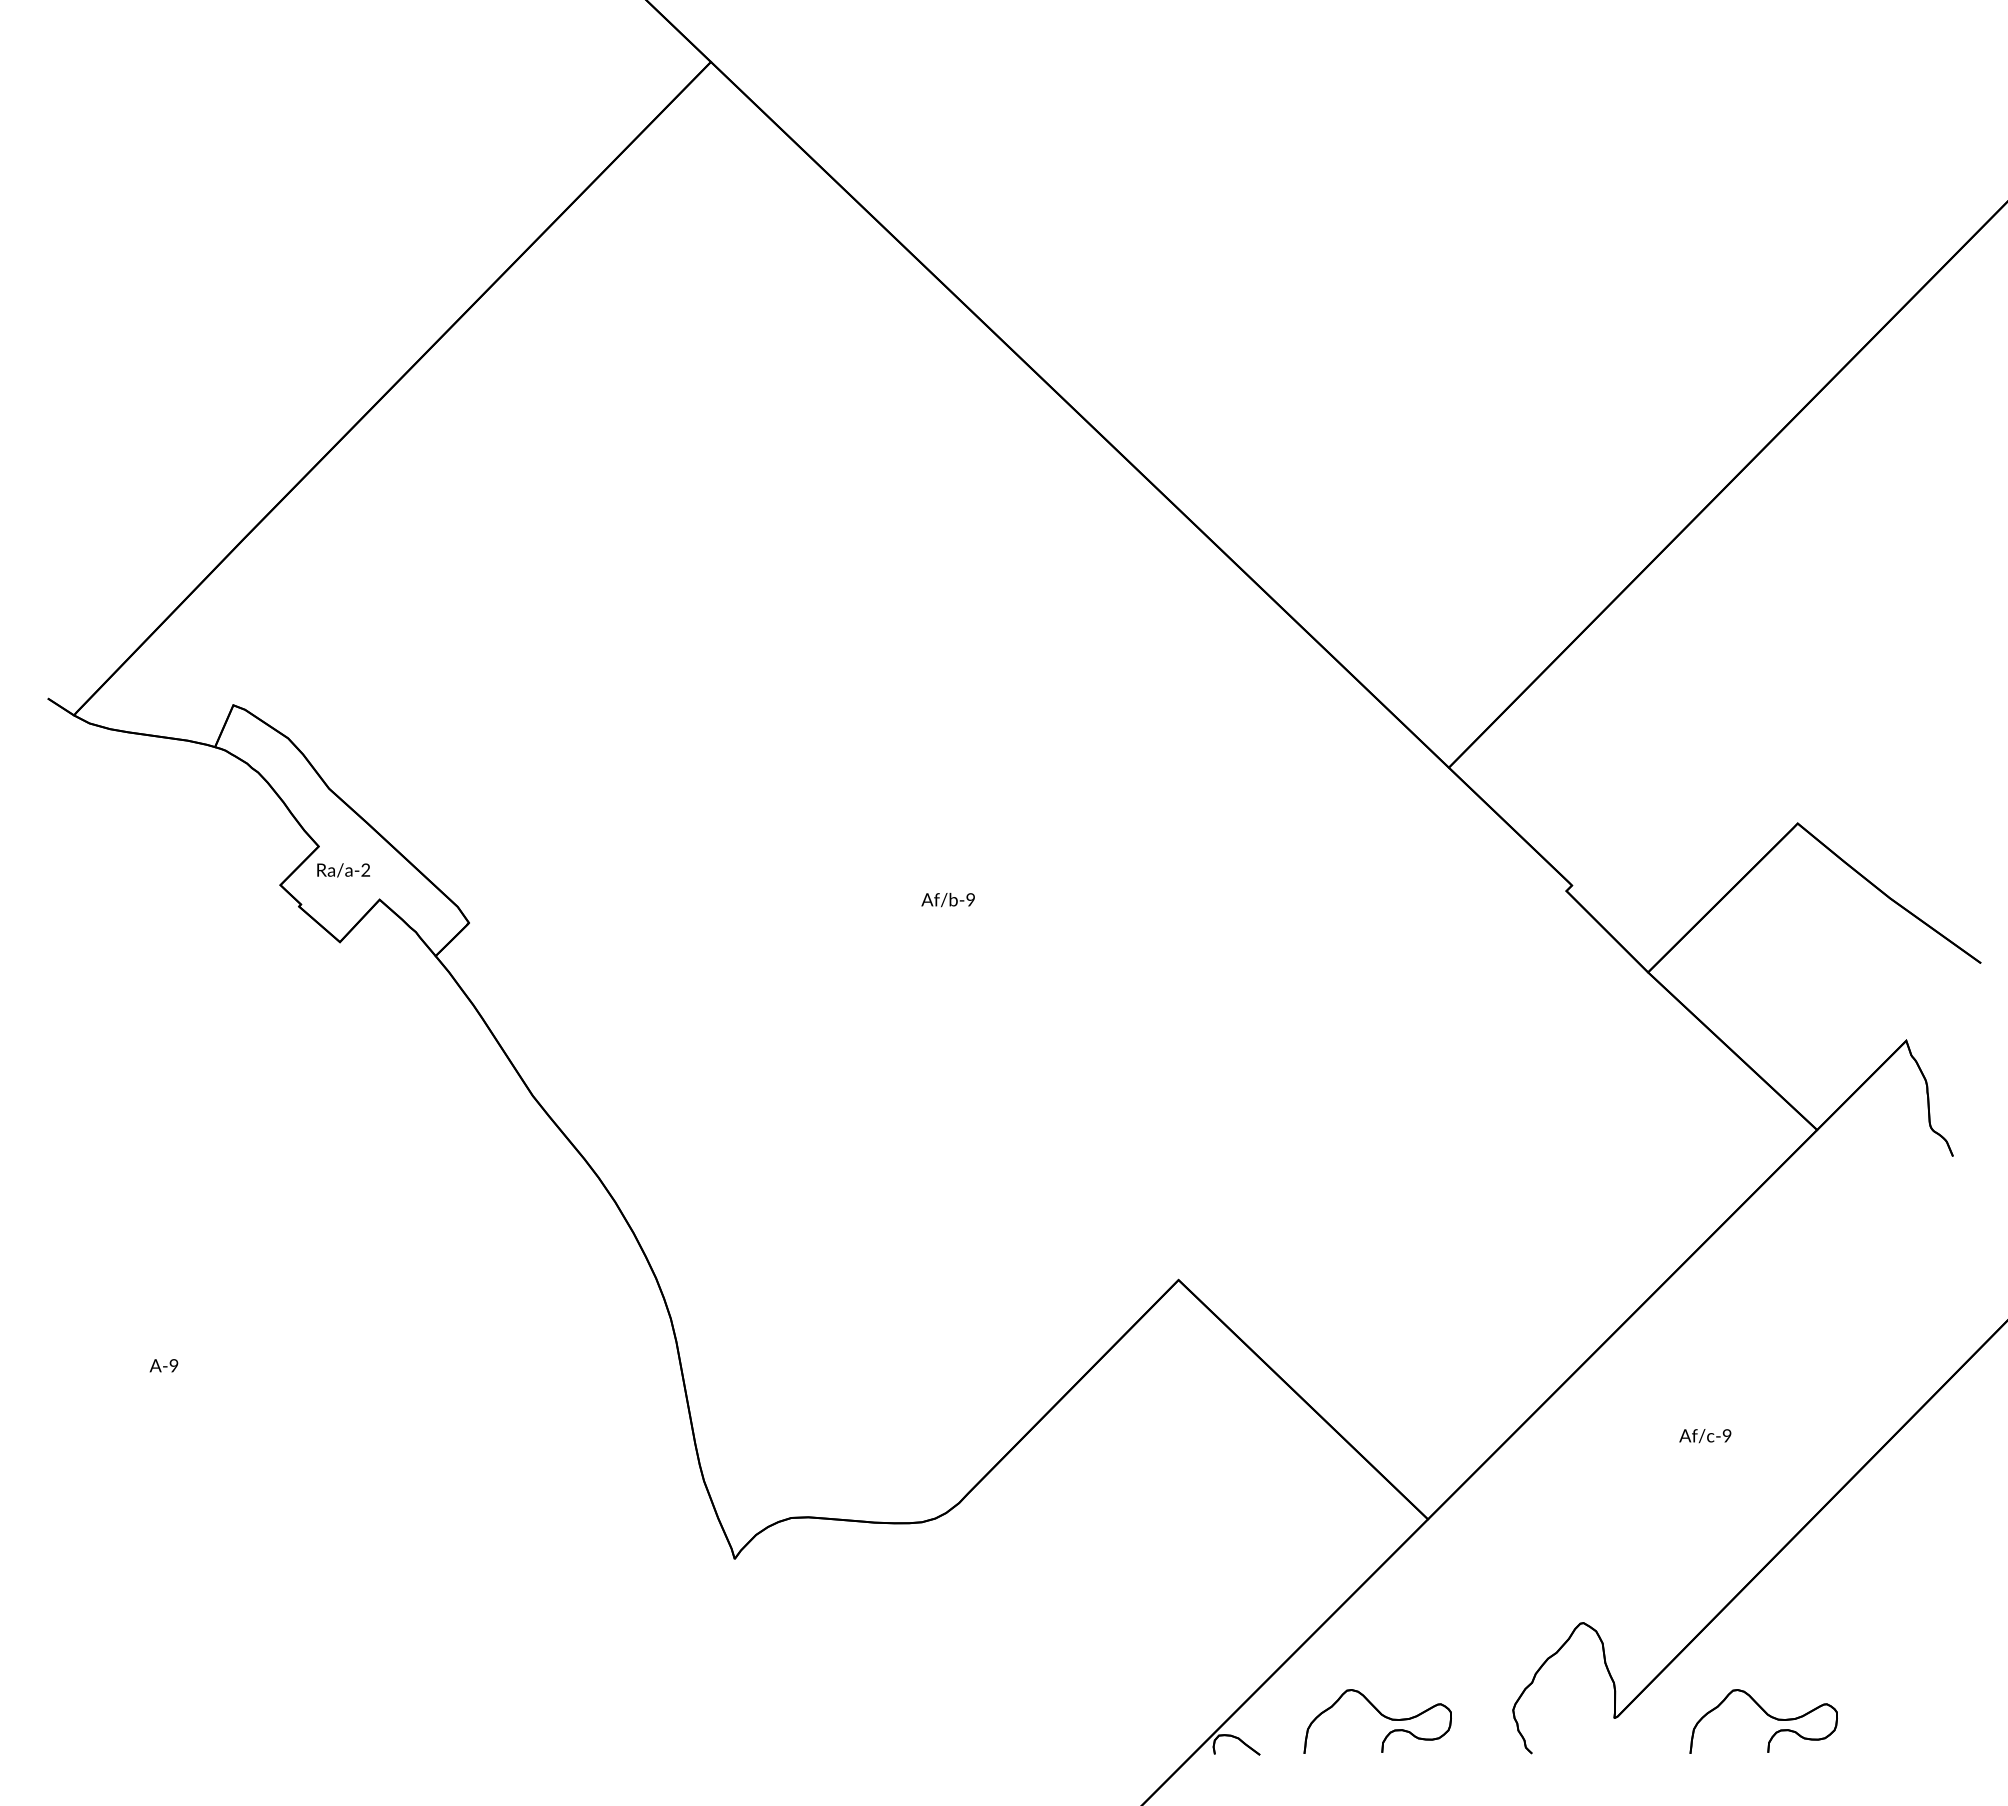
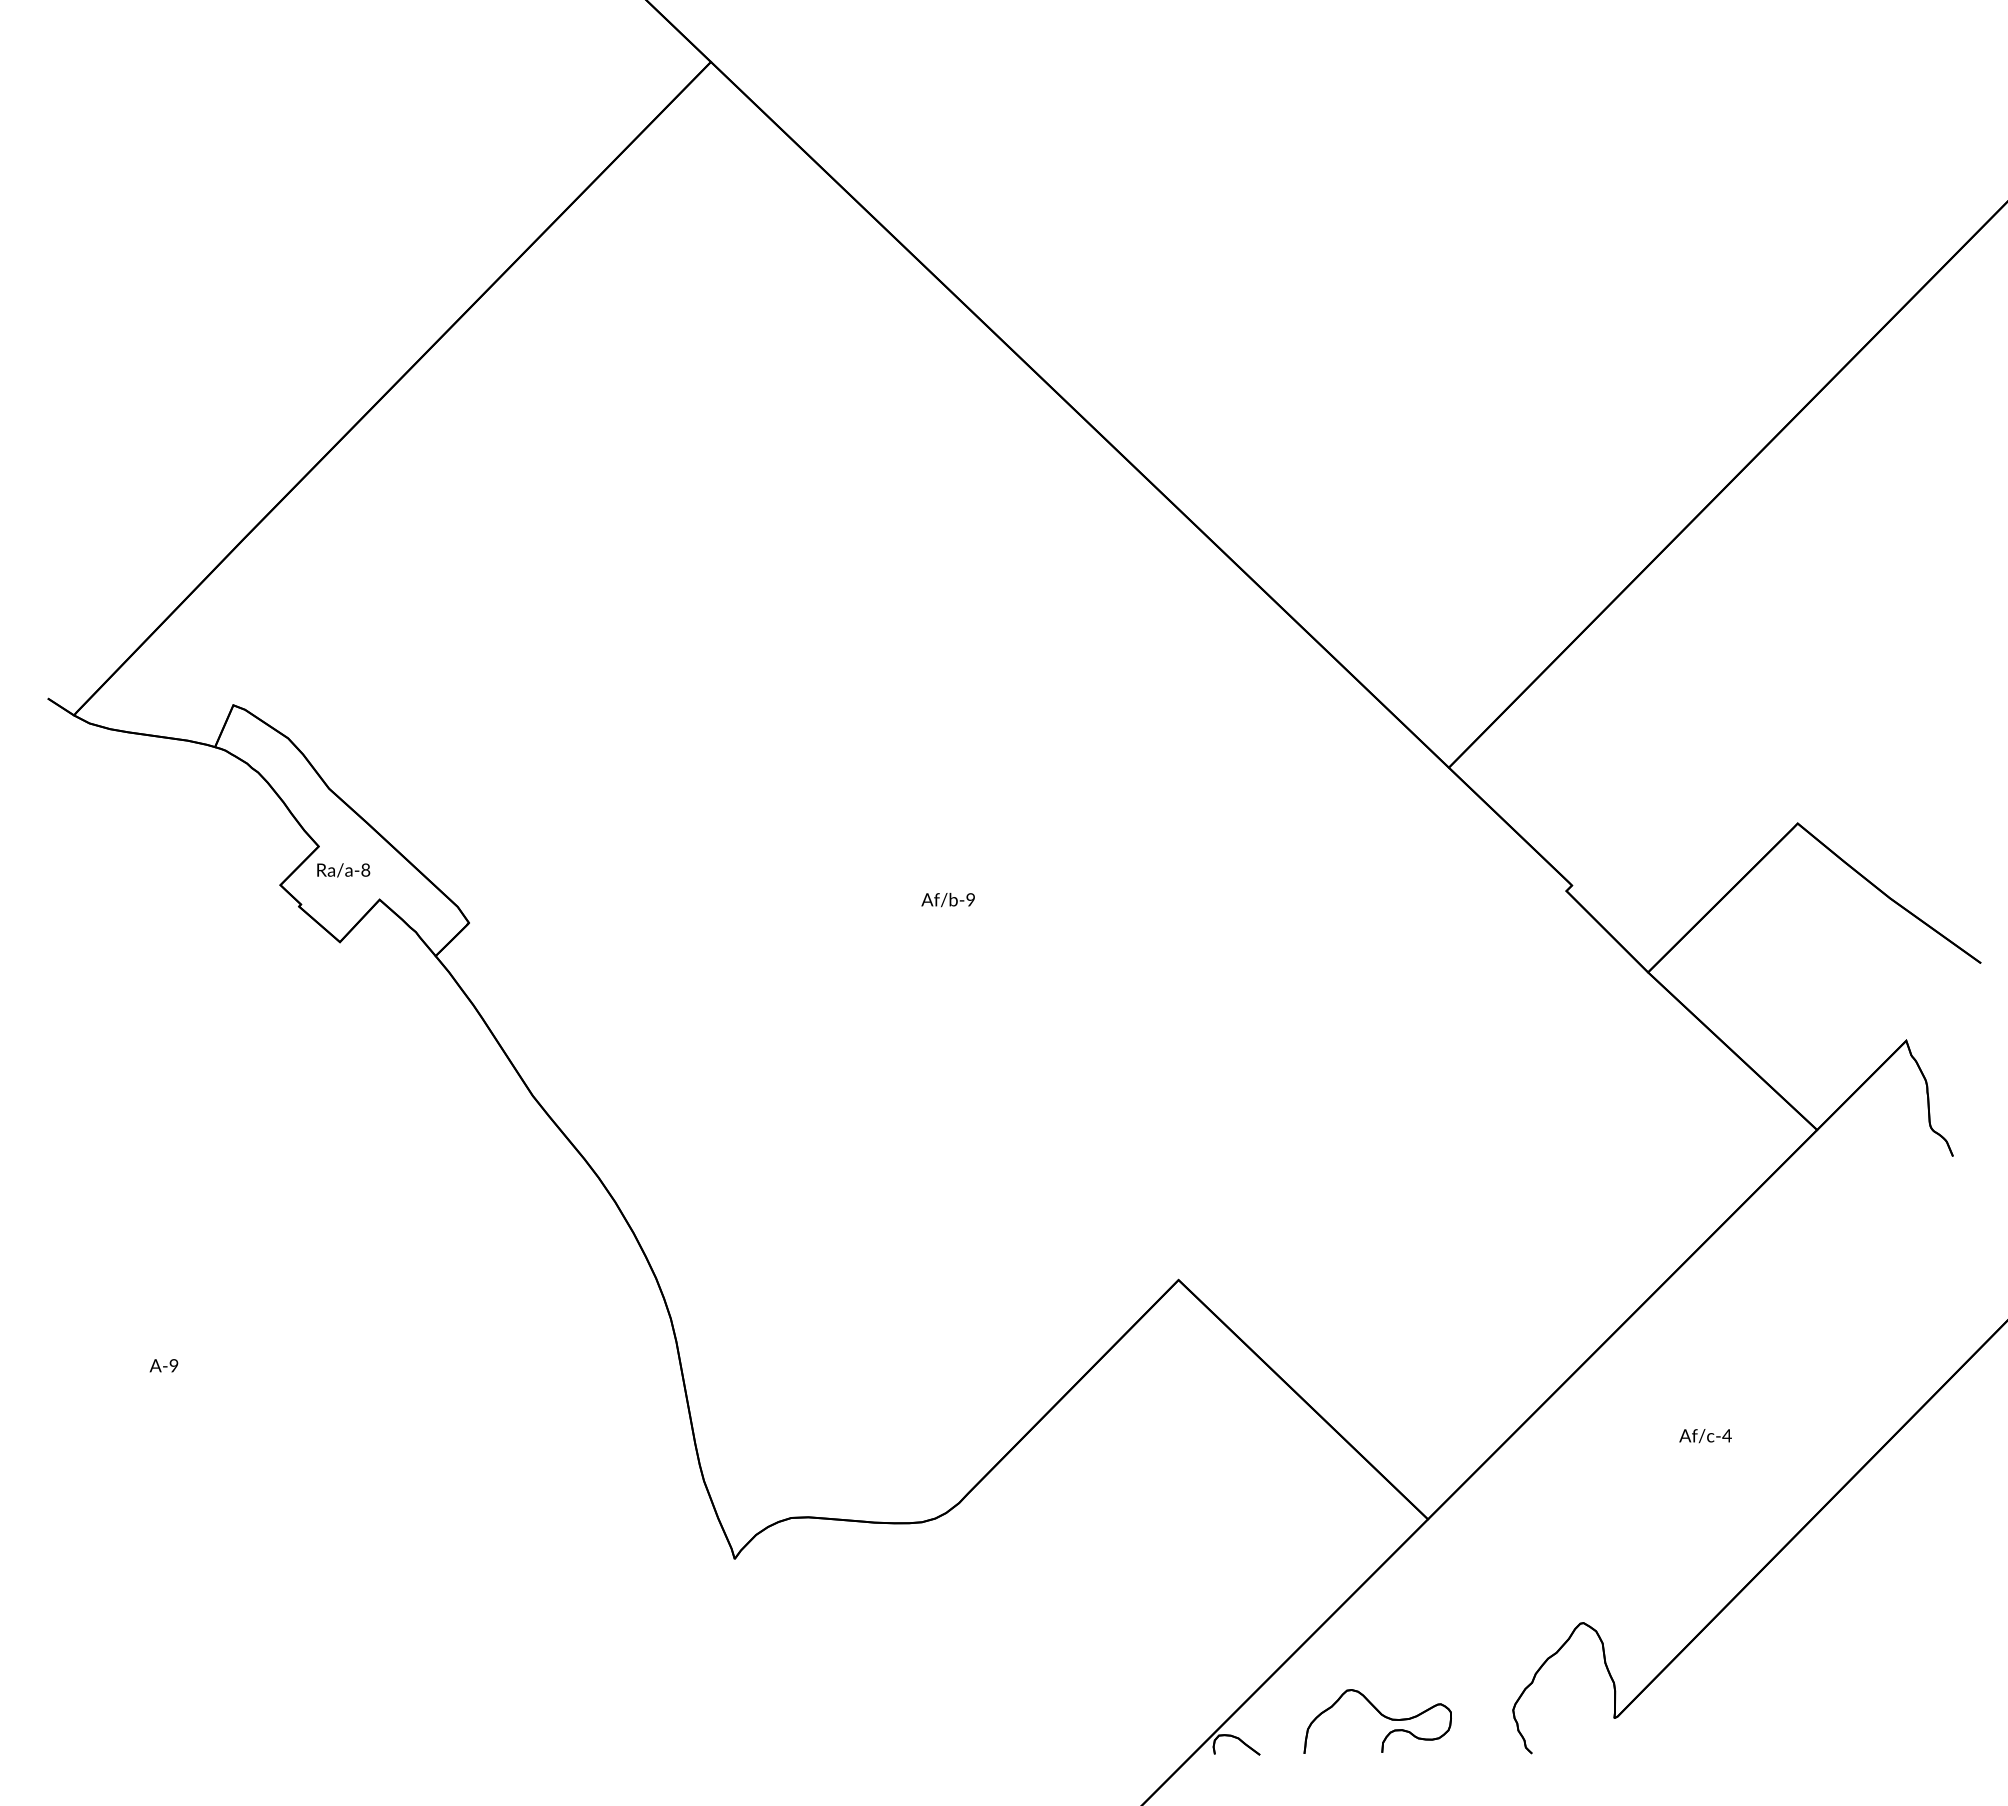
text at (365, 870): Ra/a-2 -> Ra/a-8
text at (1726, 1435): Af/c-9 -> Af/c-4
part at (1768, 1716): present -> none
